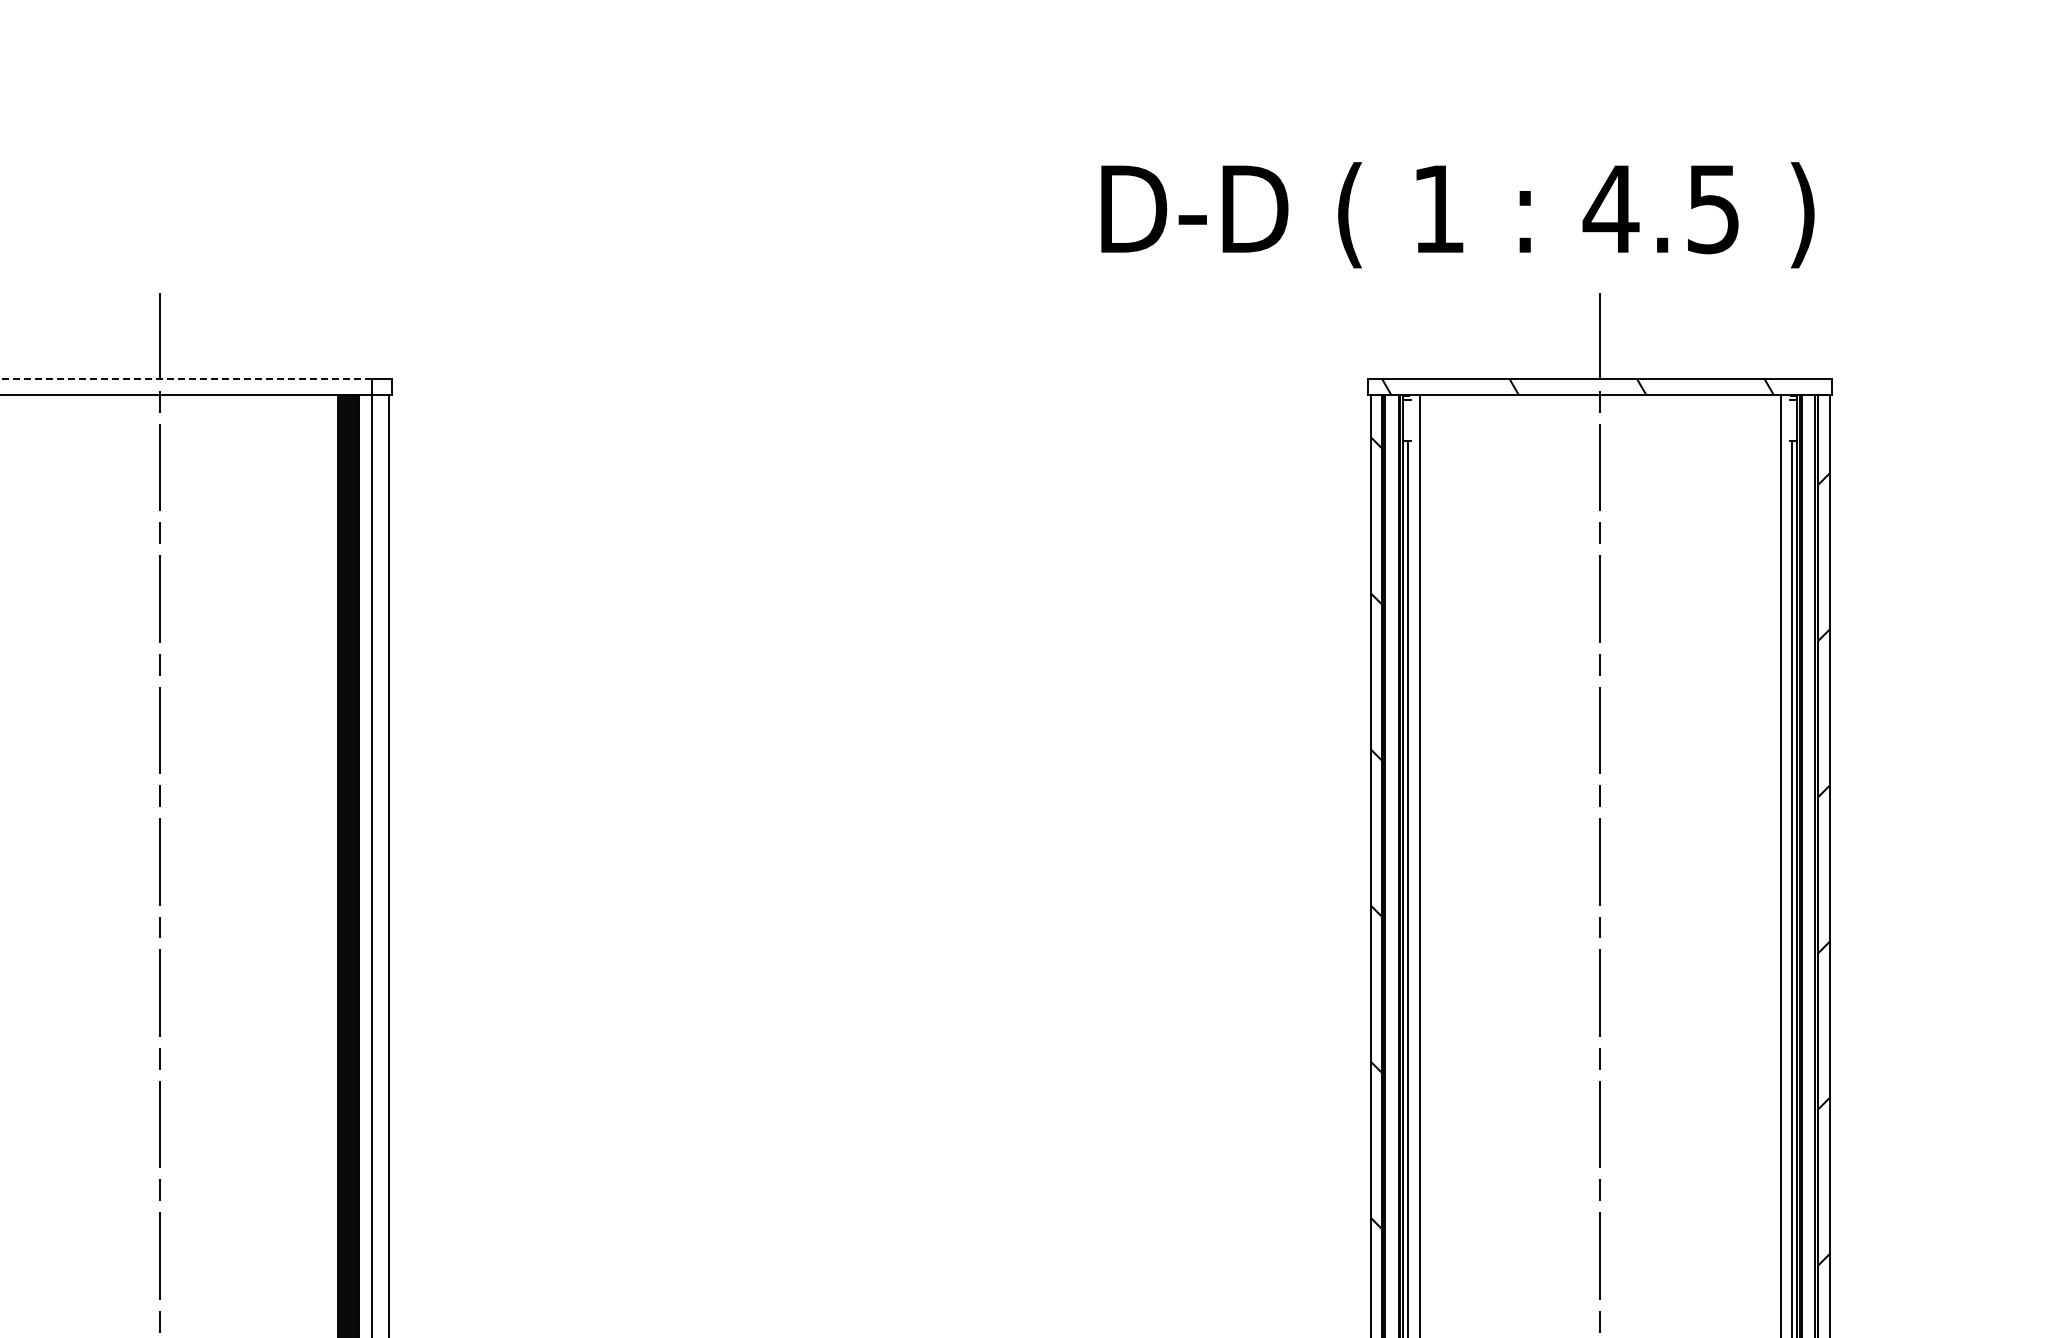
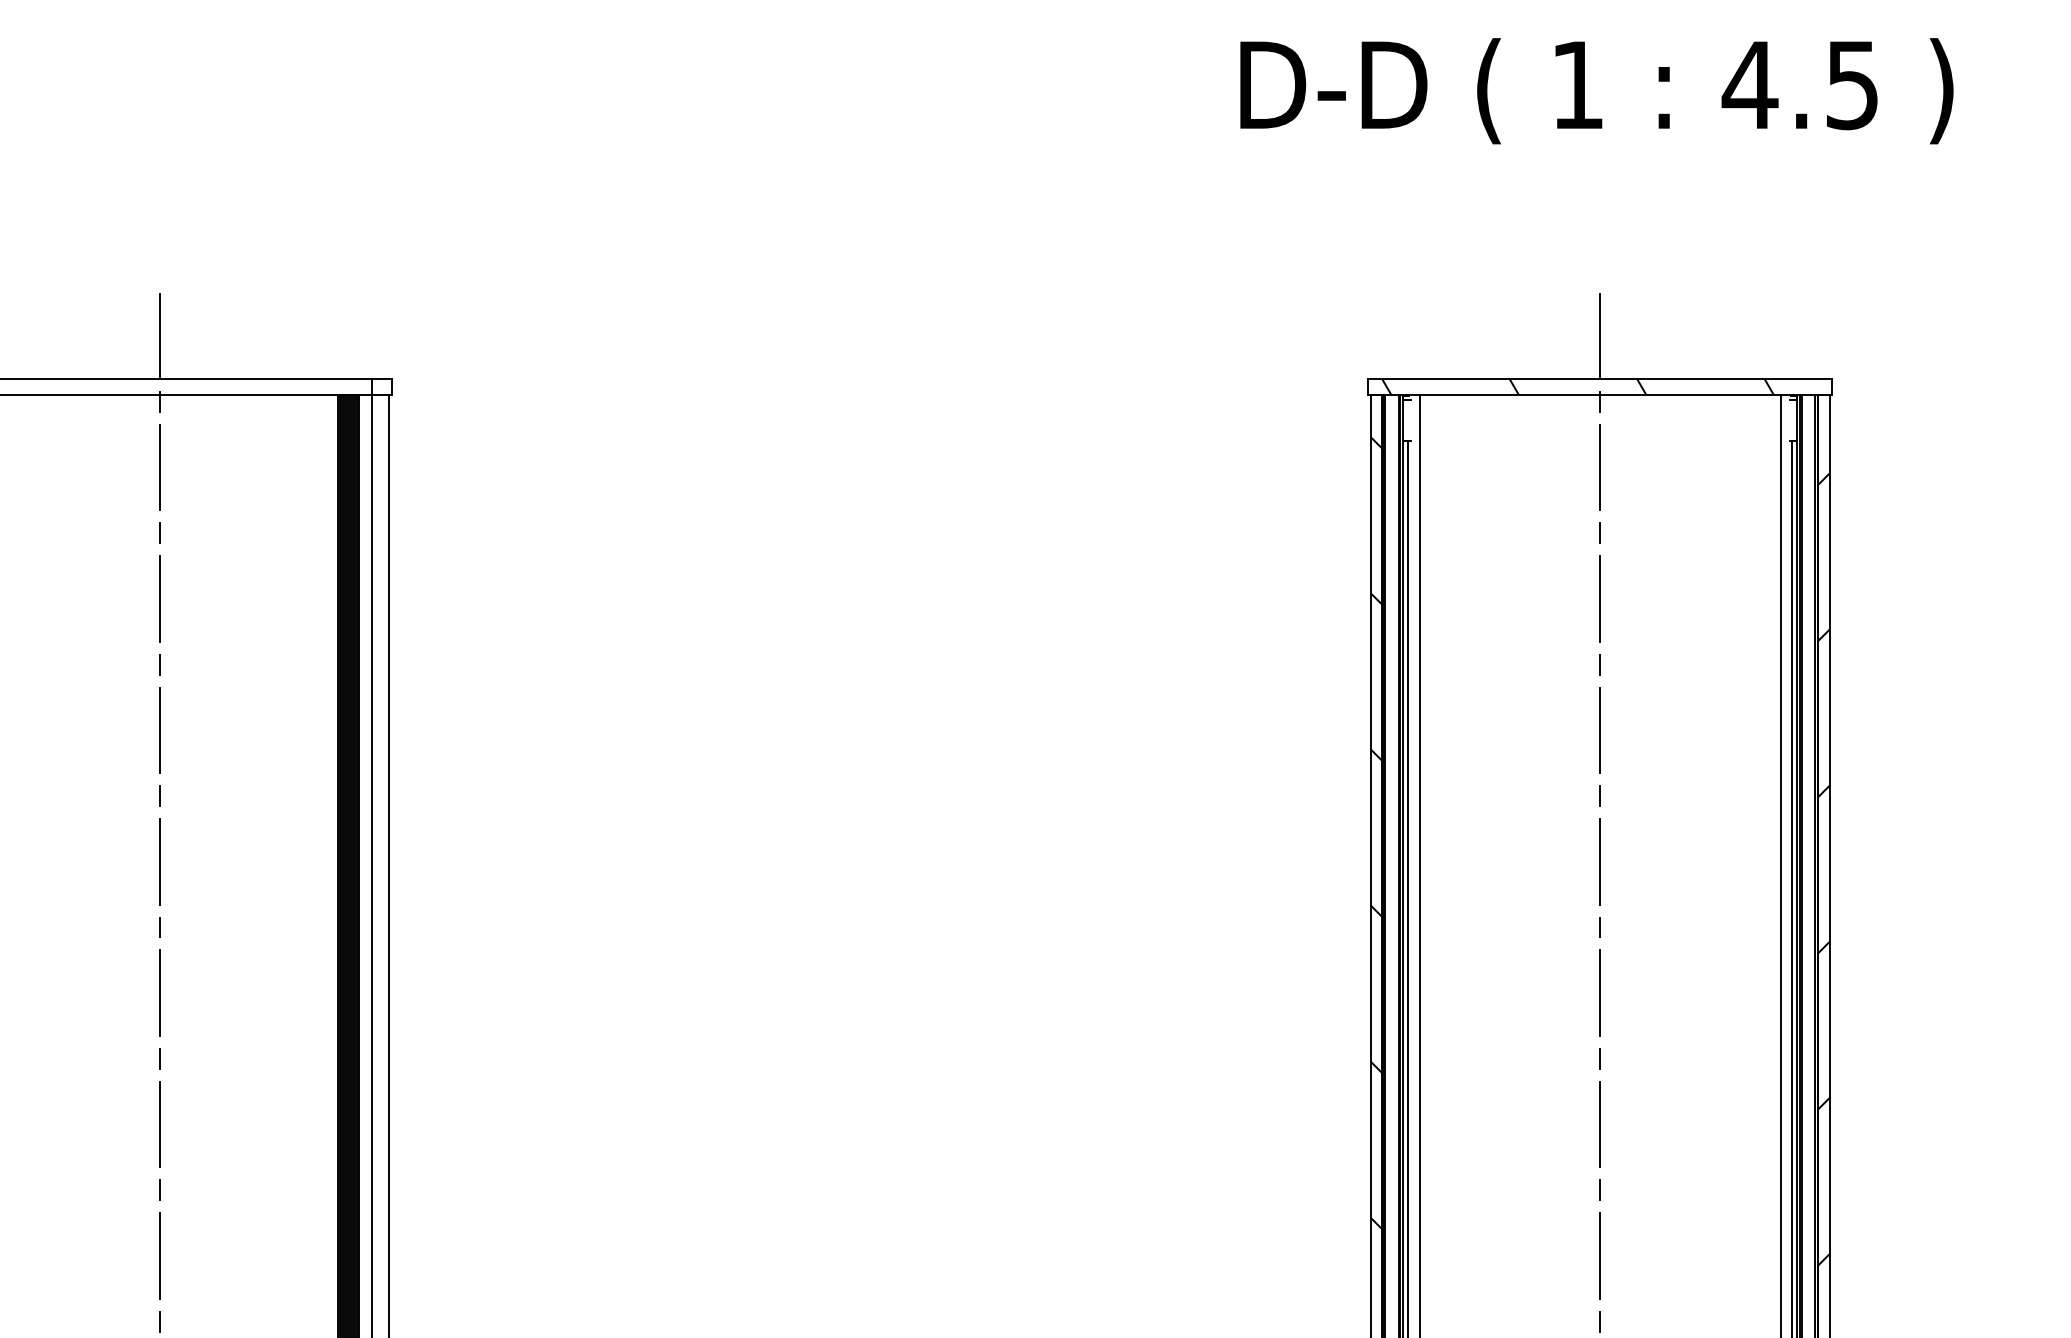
text at (1457, 215) position: (1457, 215) -> (1596, 91)
line at (185, 379): dashed -> solid
